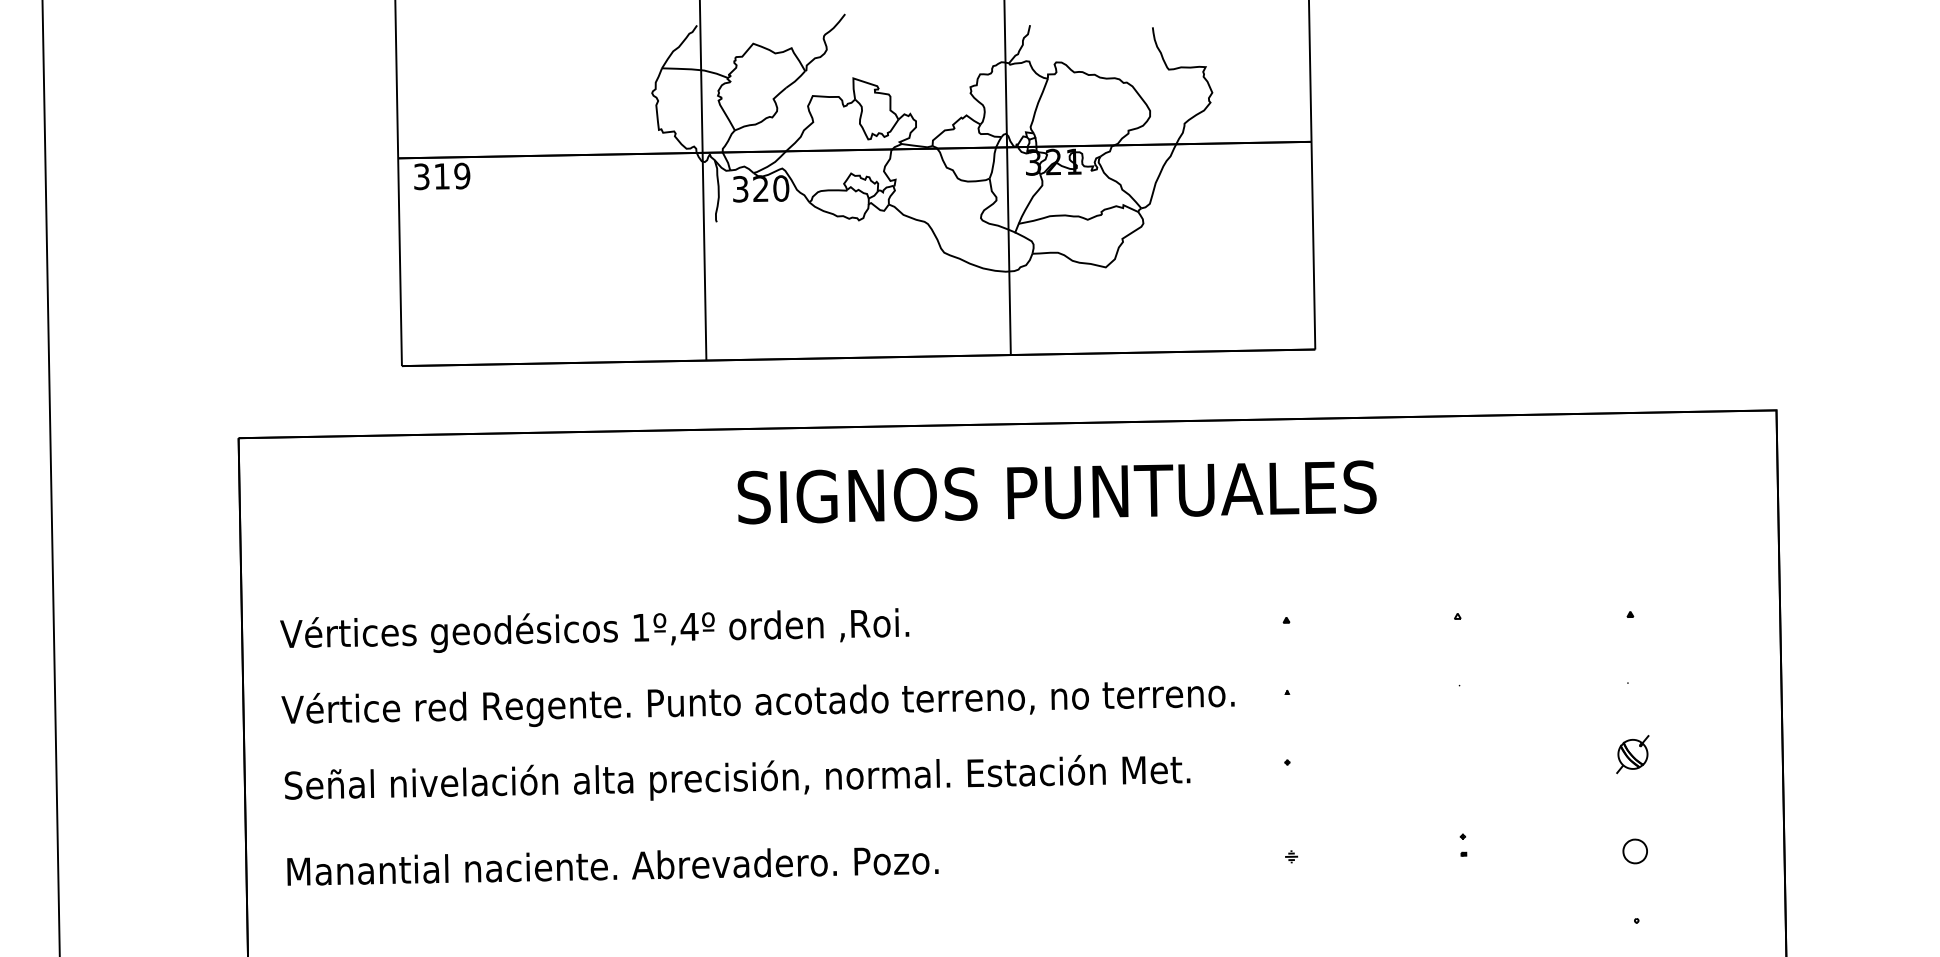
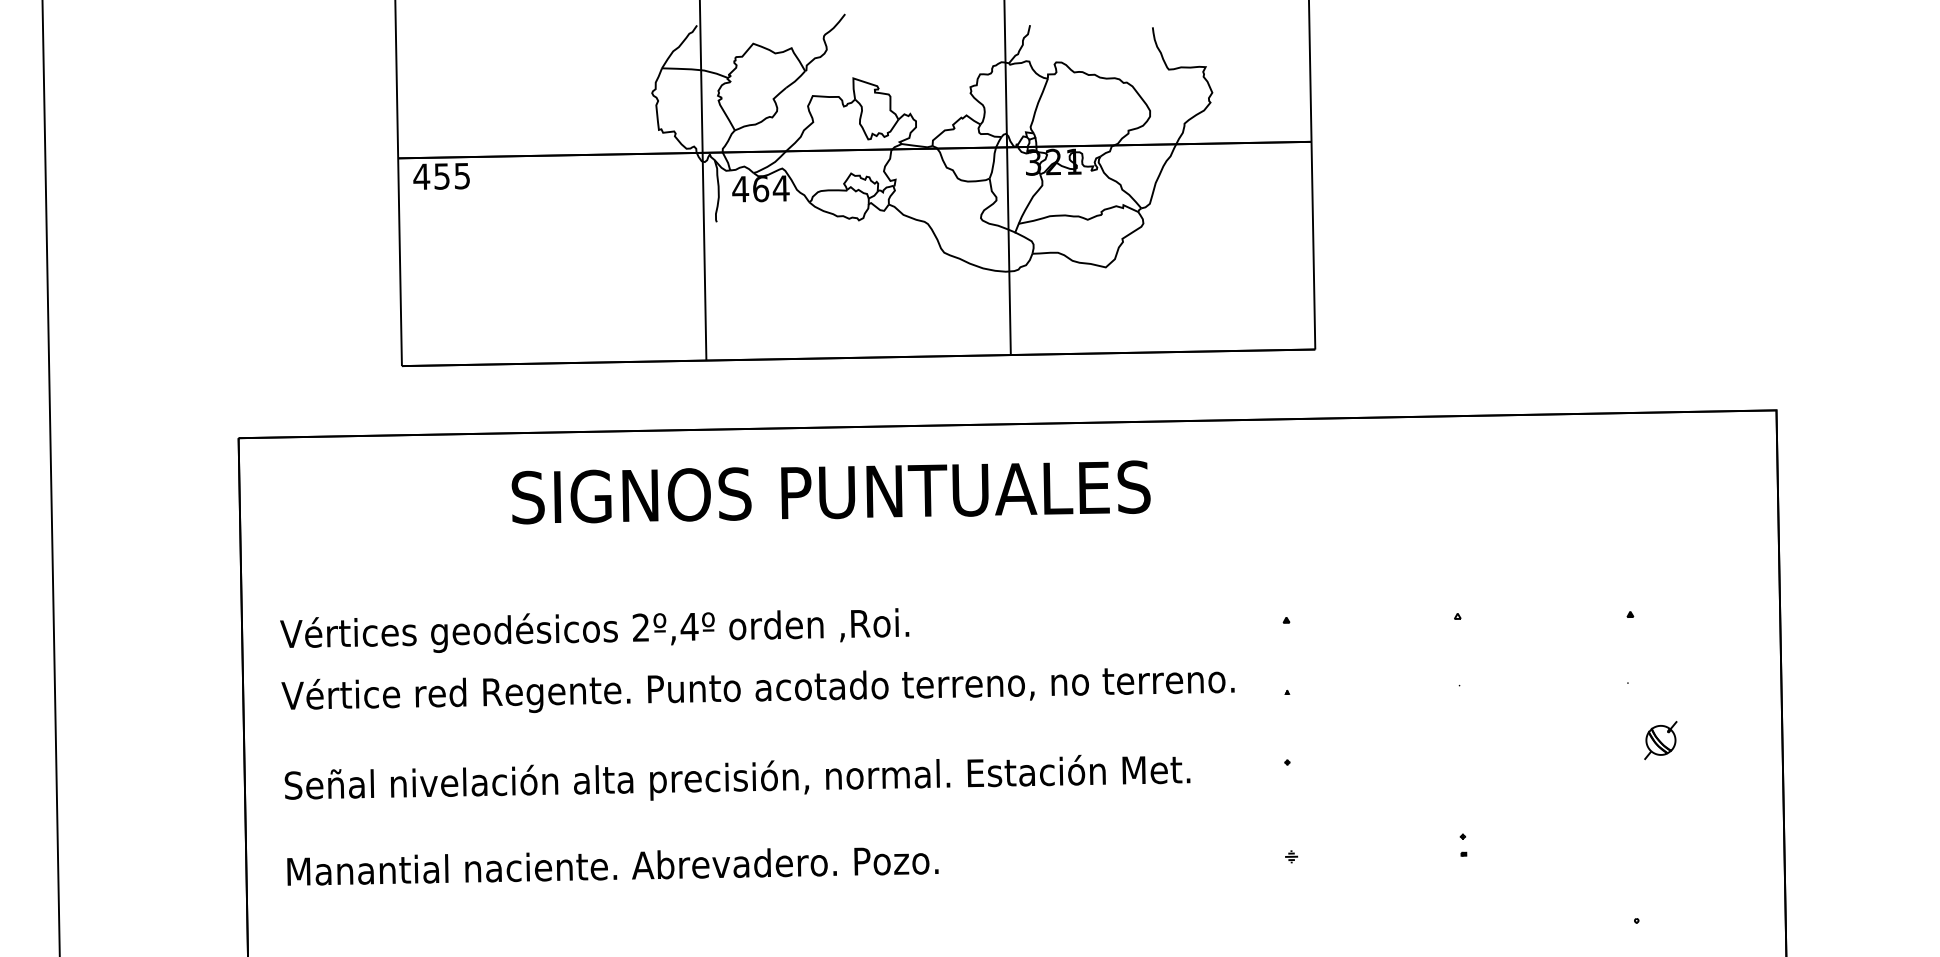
text at (441, 176): 319 -> 455
text at (760, 188): 320 -> 464
text at (1056, 492) position: (1056, 492) -> (830, 492)
text at (640, 627): 1º,4º -> 2º,4º
text at (757, 704) position: (757, 704) -> (757, 690)
part at (1632, 754) position: (1632, 754) -> (1660, 740)
part at (1634, 851): present -> none
